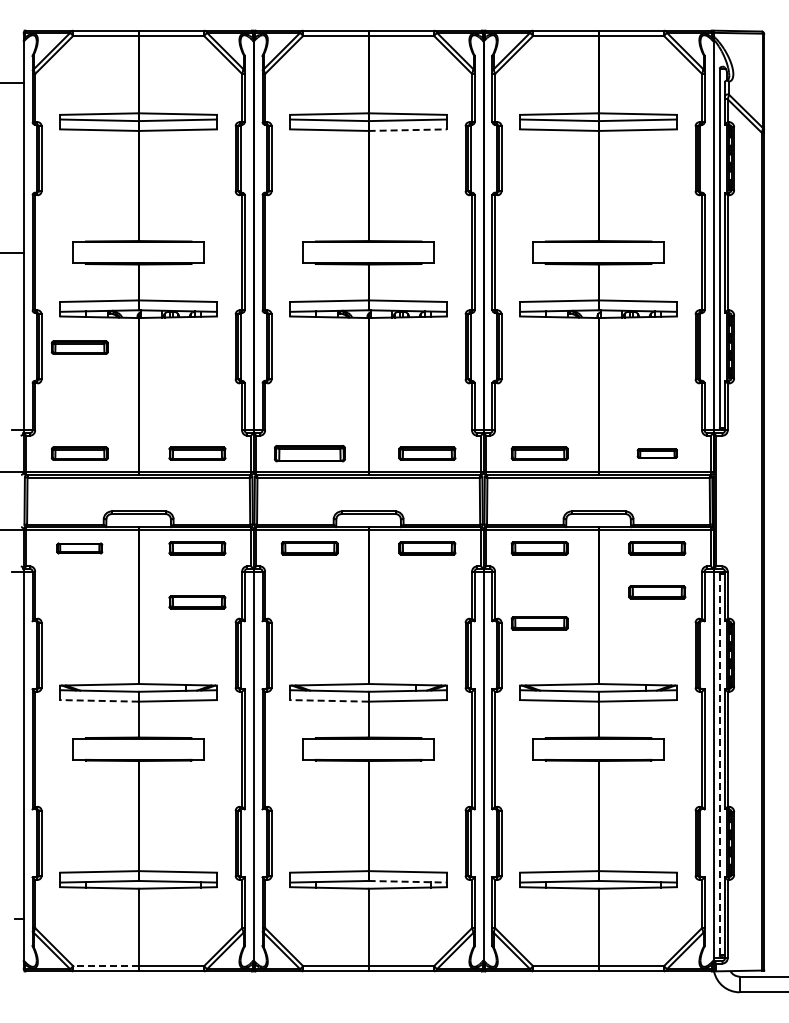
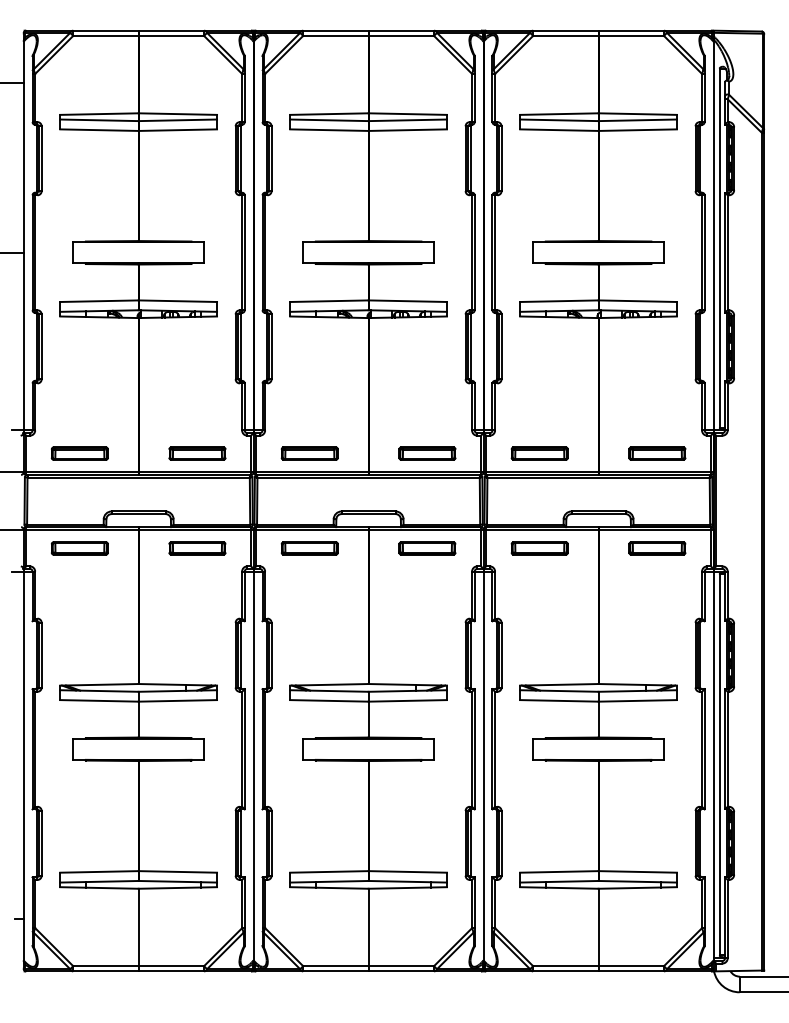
line at (408, 130): dashed -> solid
part at (79, 347): present -> none
part at (309, 453) size: 73x18 px -> 59x15 px
part at (656, 453) size: 42x11 px -> 59x15 px
part at (79, 548) size: 48x13 px -> 59x15 px
part at (657, 592): present -> none
part at (197, 602): present -> none
part at (539, 623): present -> none
line at (98, 700): dashed -> solid
line at (328, 700): dashed -> solid
line at (719, 765): dashed -> solid
line at (408, 881): dashed -> solid
line at (105, 966): dashed -> solid
